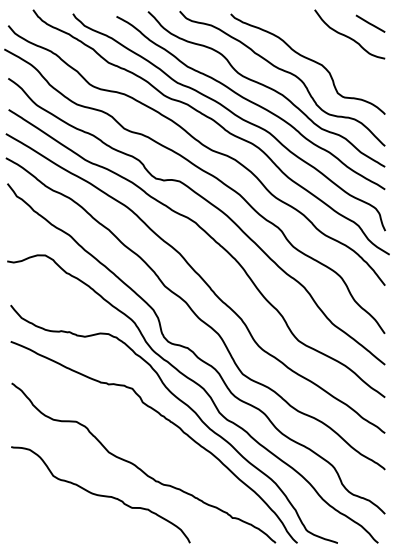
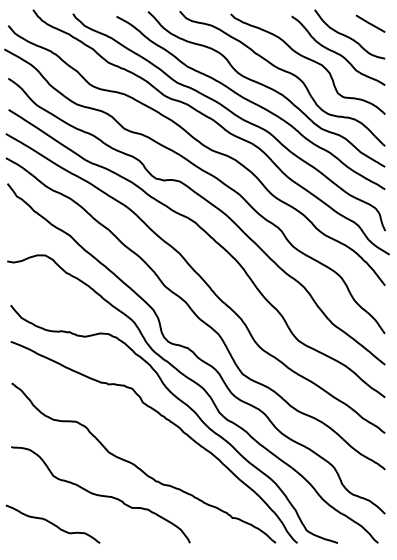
curve at (337, 52): none -> present
curve at (52, 523): none -> present
